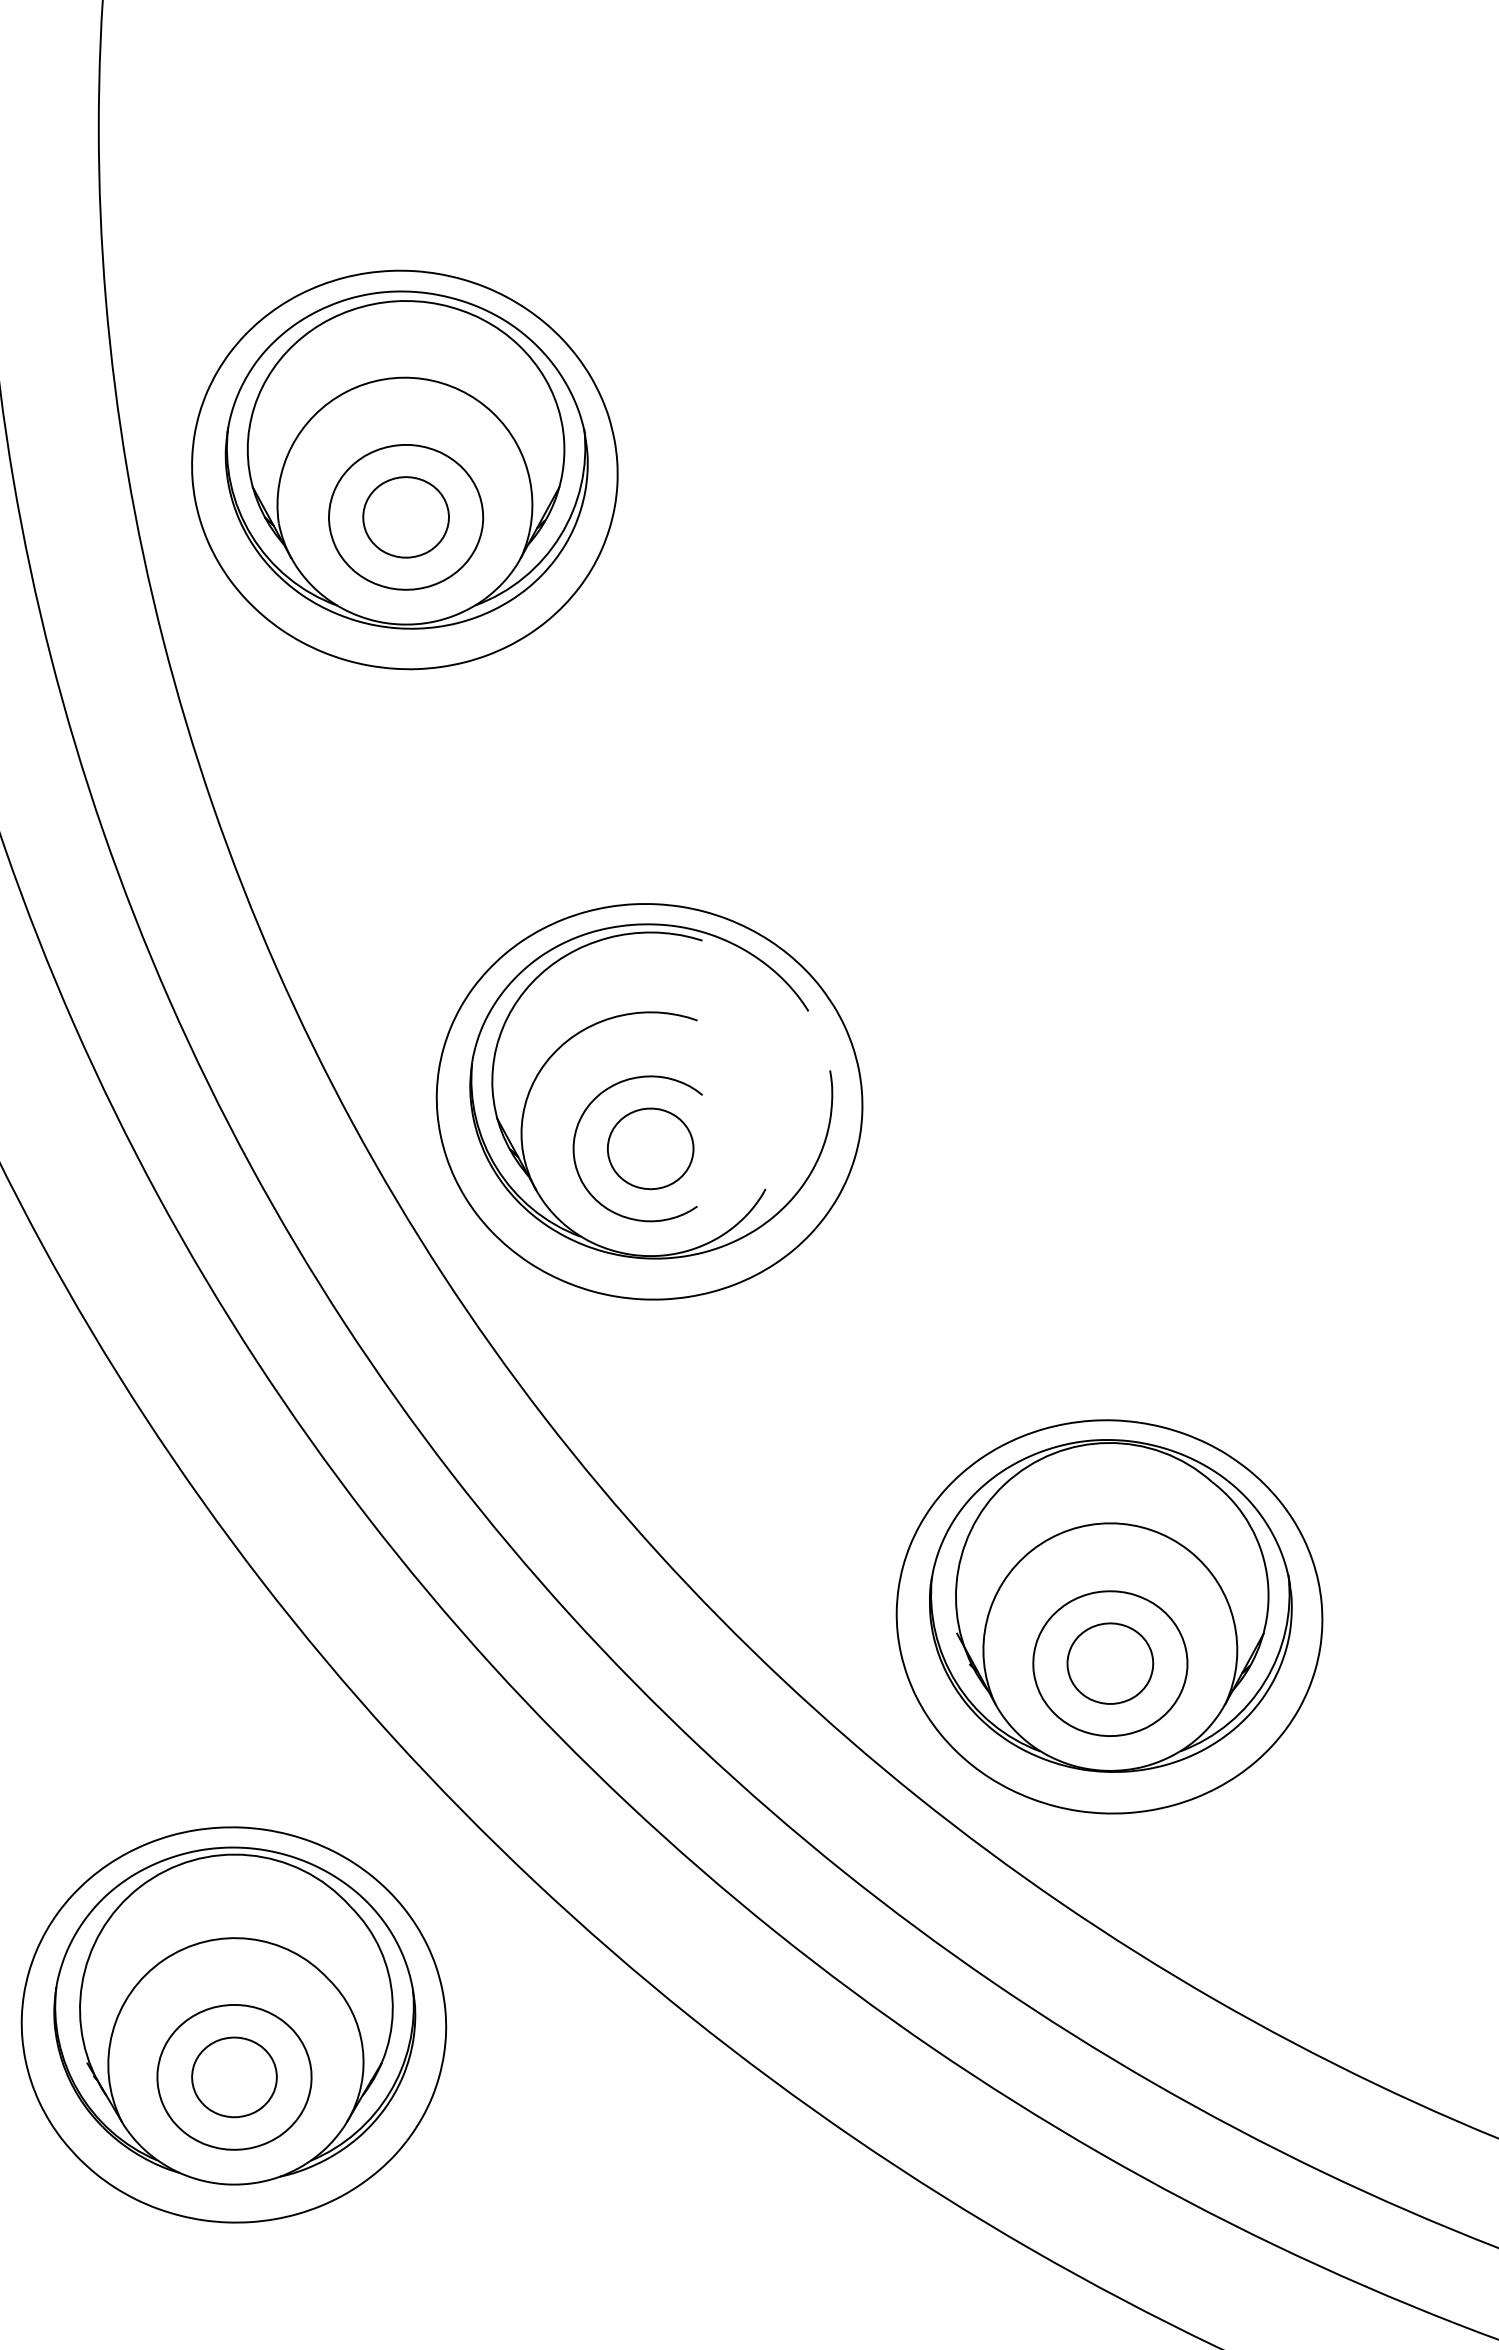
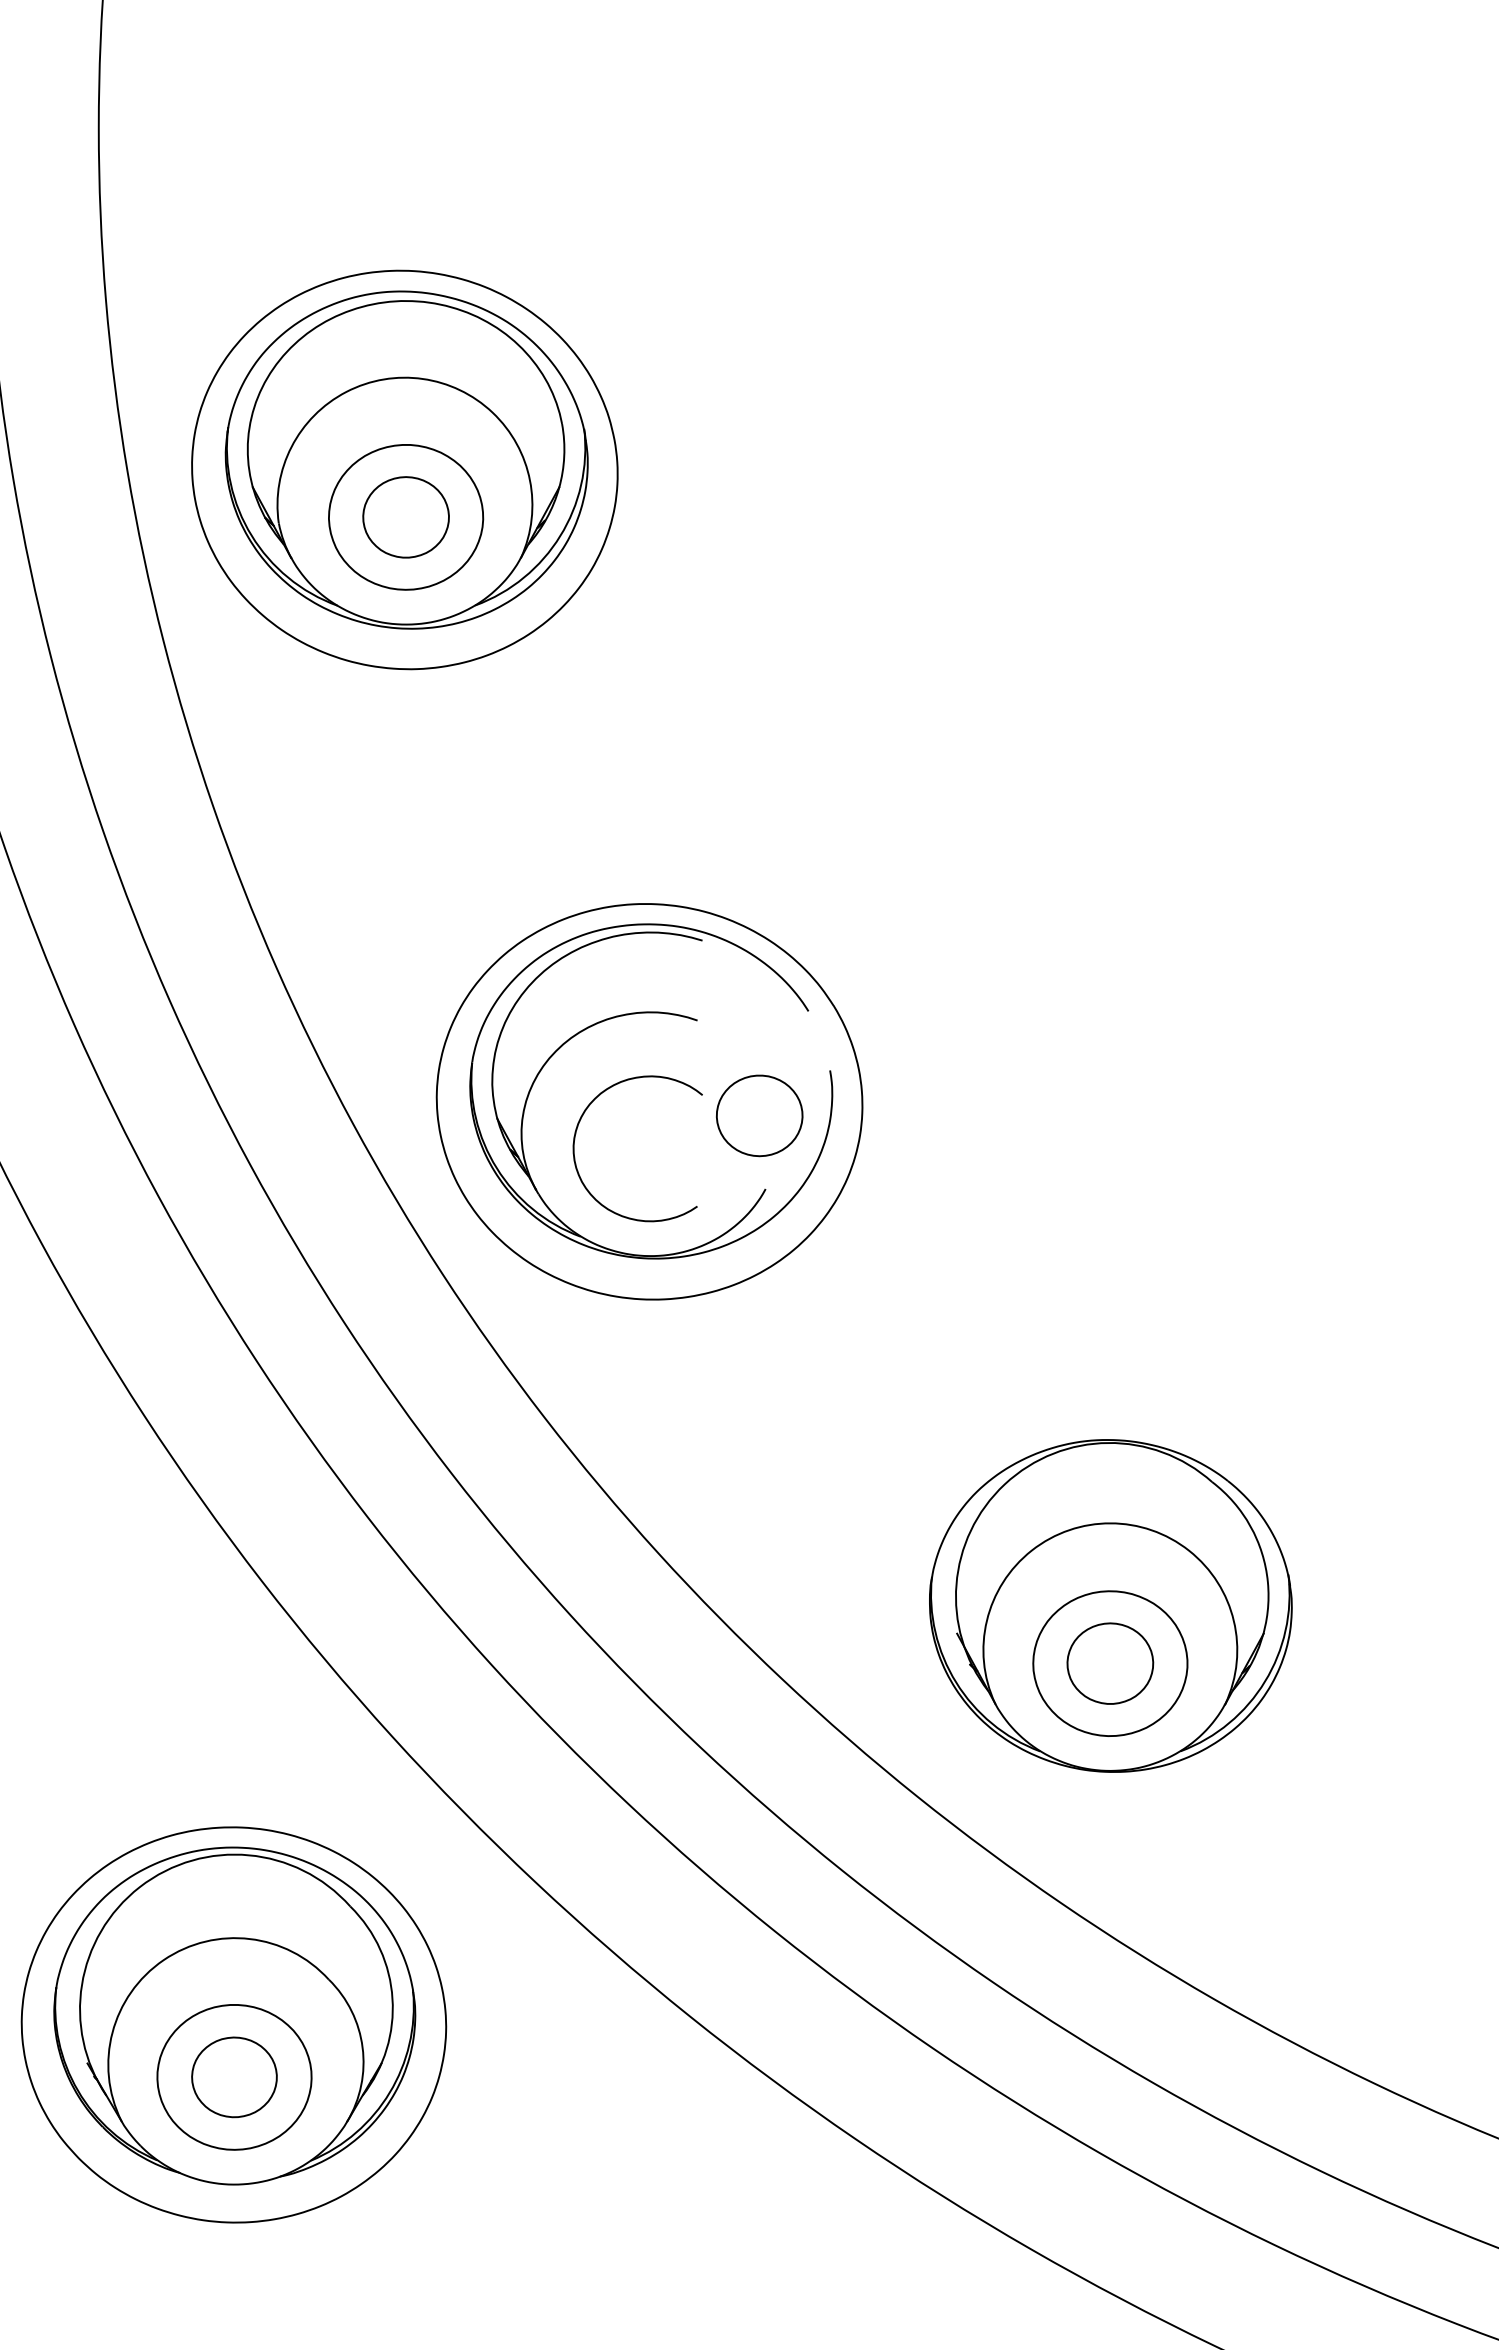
part at (650, 1148) position: (650, 1148) -> (759, 1115)
part at (1109, 1616): present -> none
